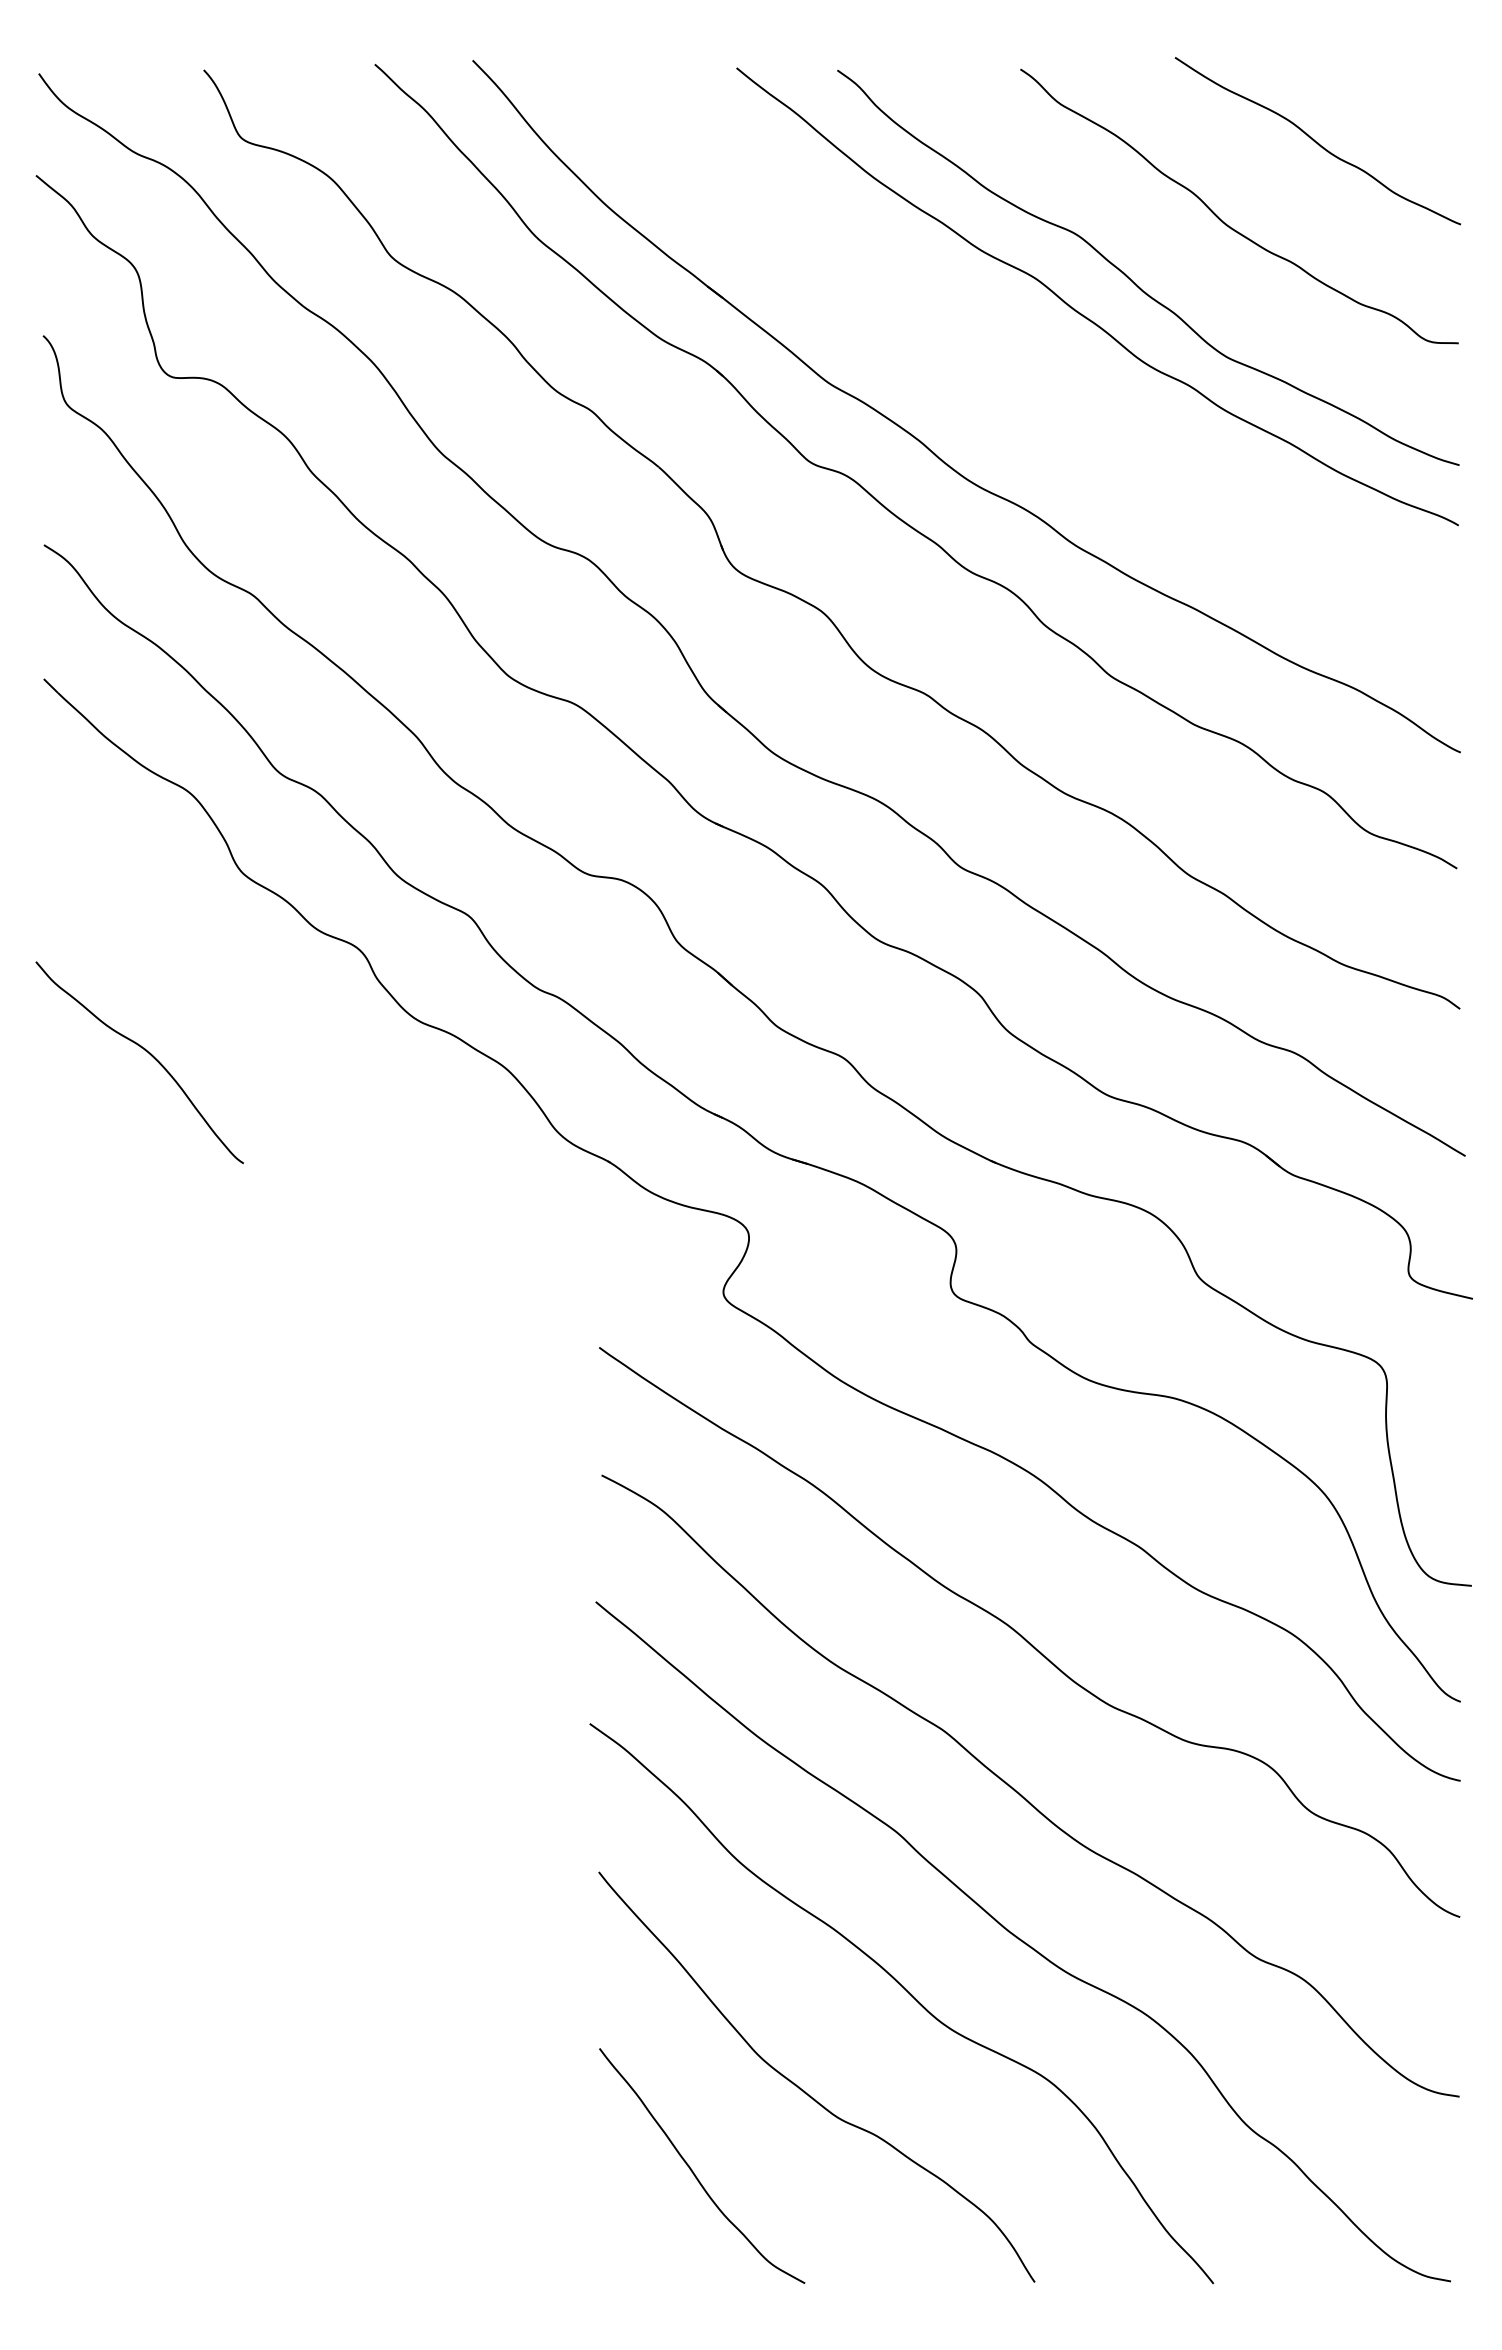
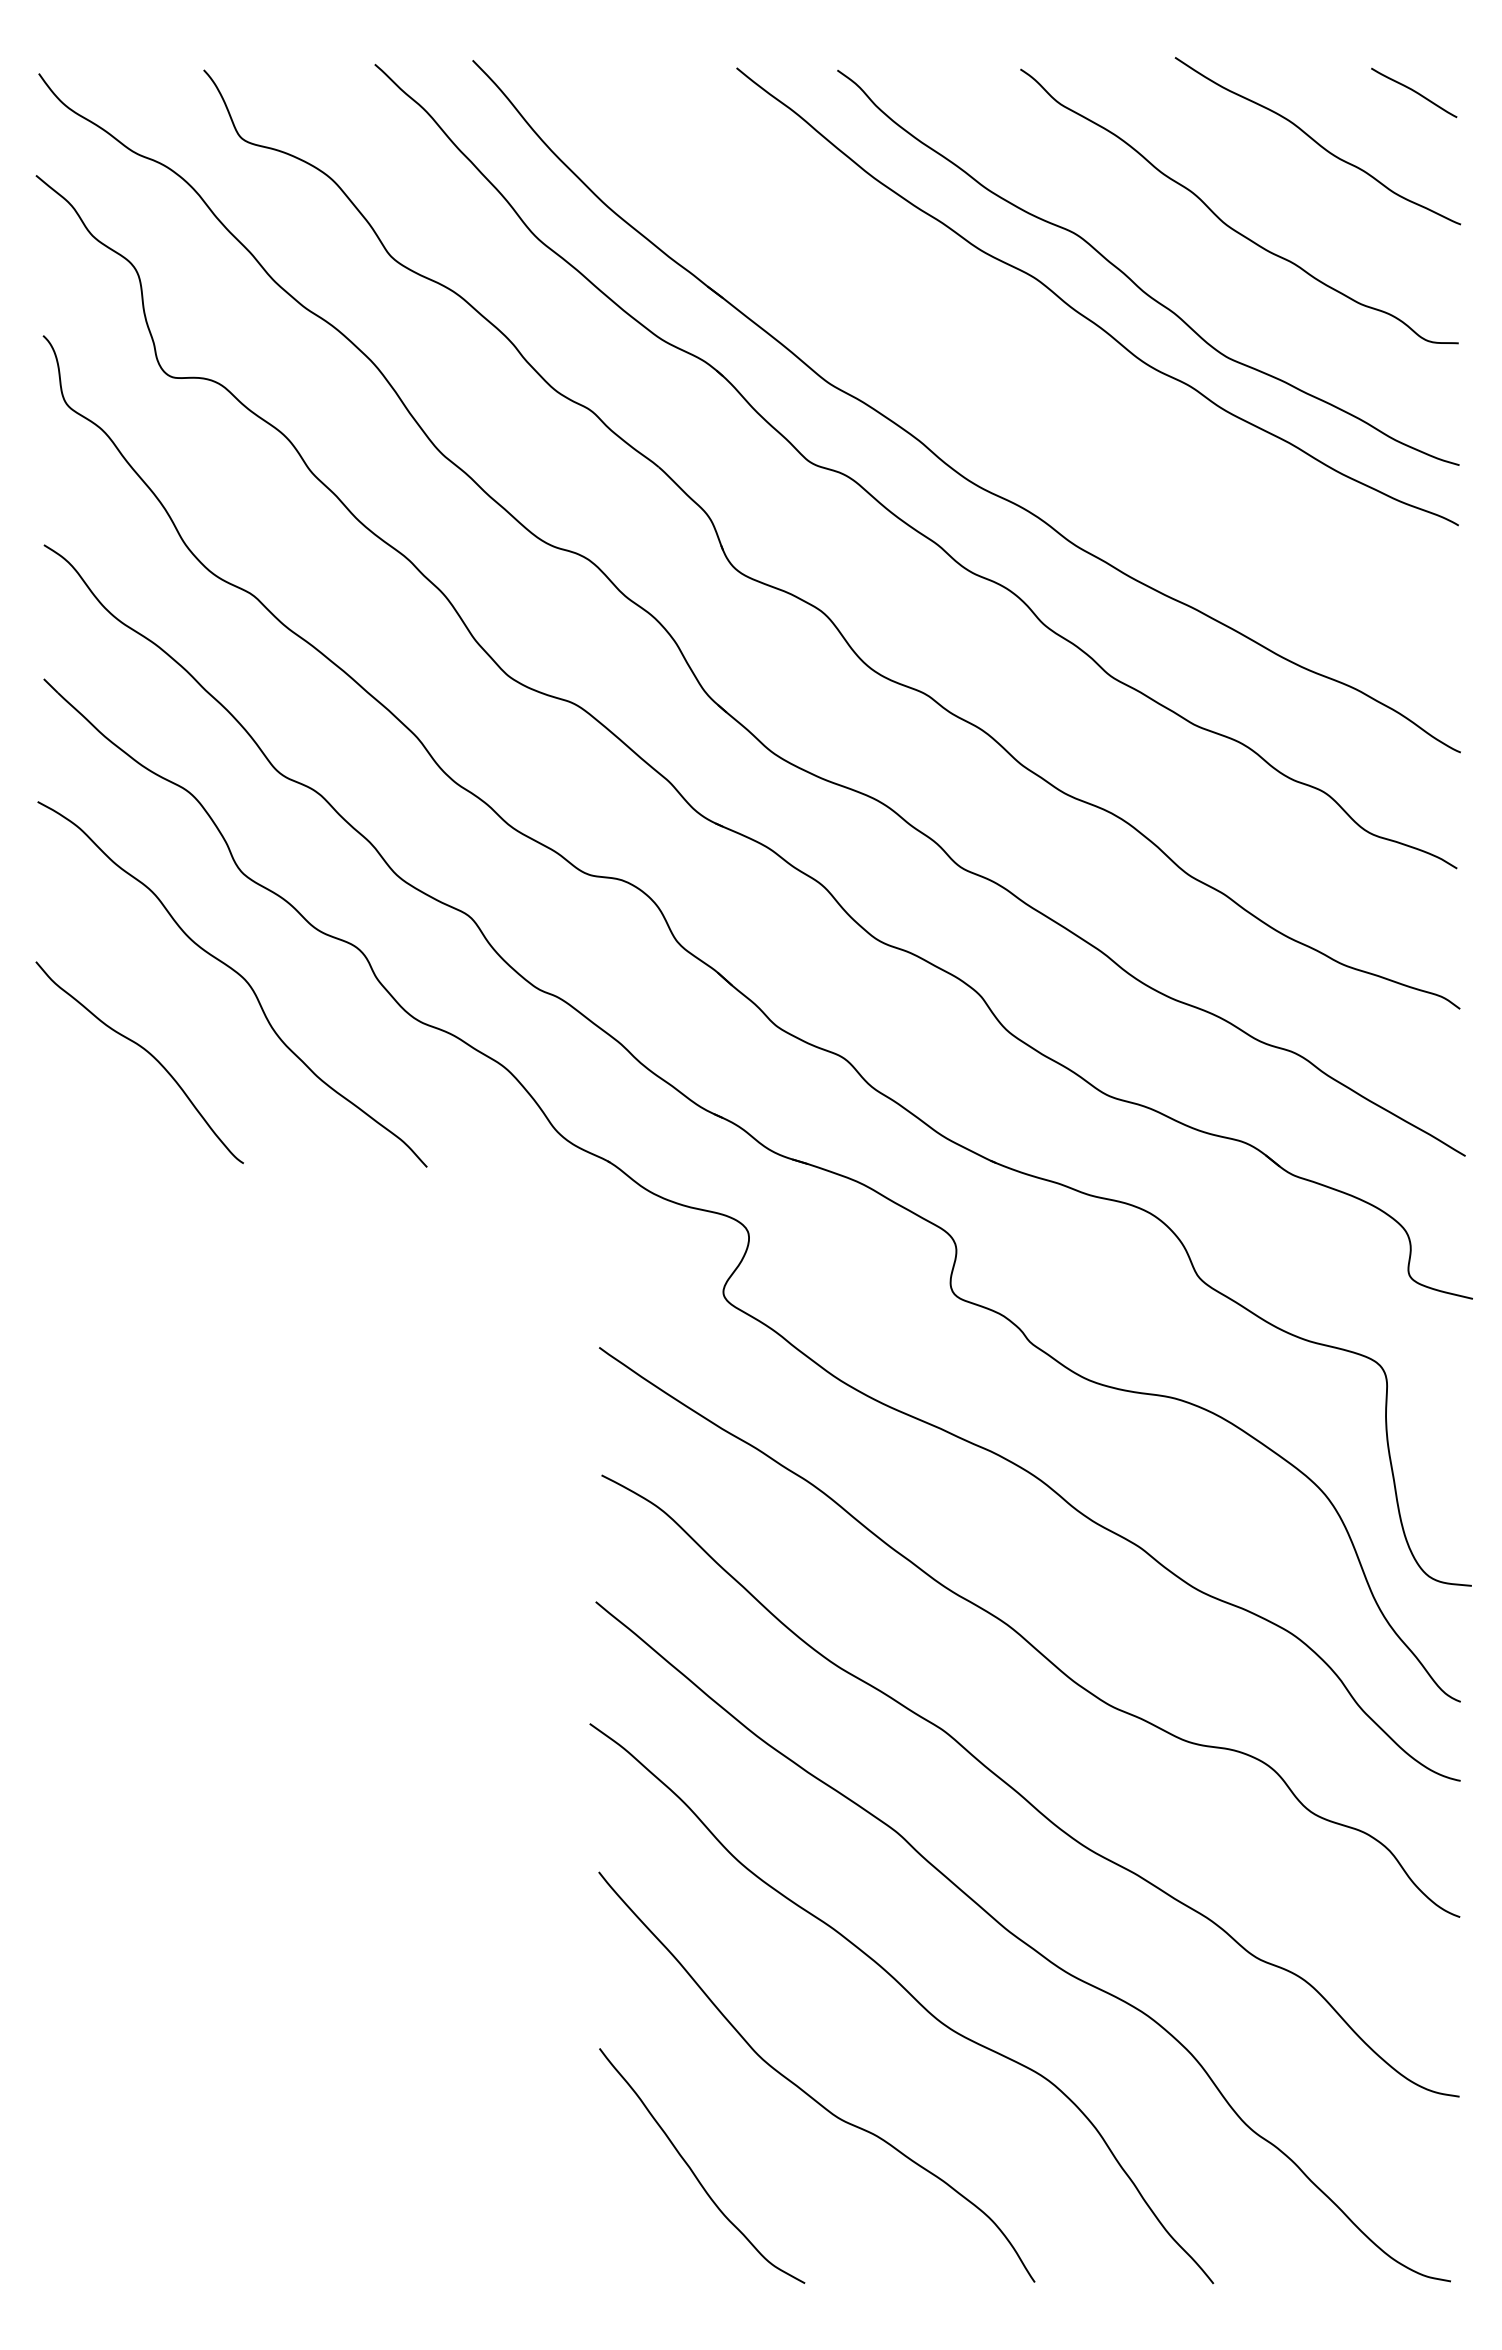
curve at (1414, 92): none -> present
curve at (238, 975): none -> present
